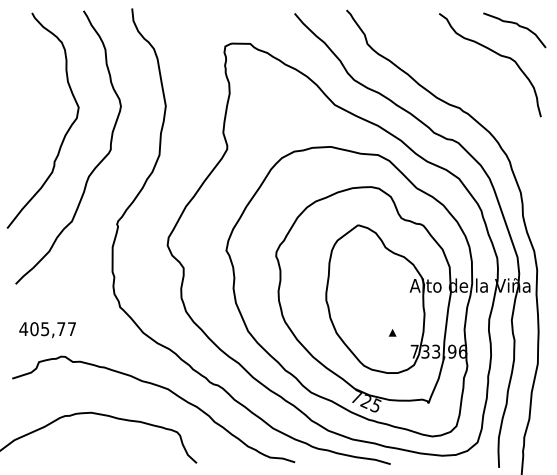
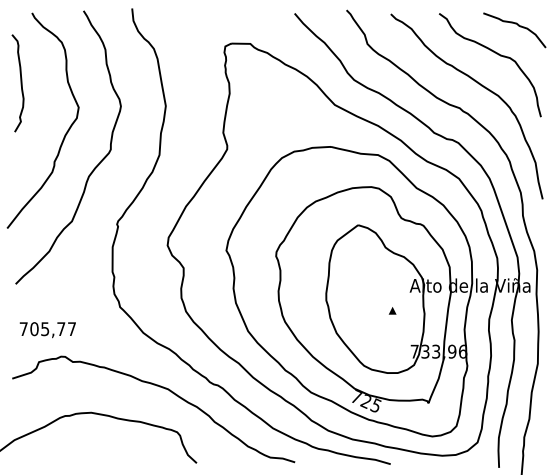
curve at (20, 83): none -> present
curve at (481, 86): none -> present
text at (23, 328): 405,77 -> 705,77
part at (392, 332) position: (392, 332) -> (392, 310)
